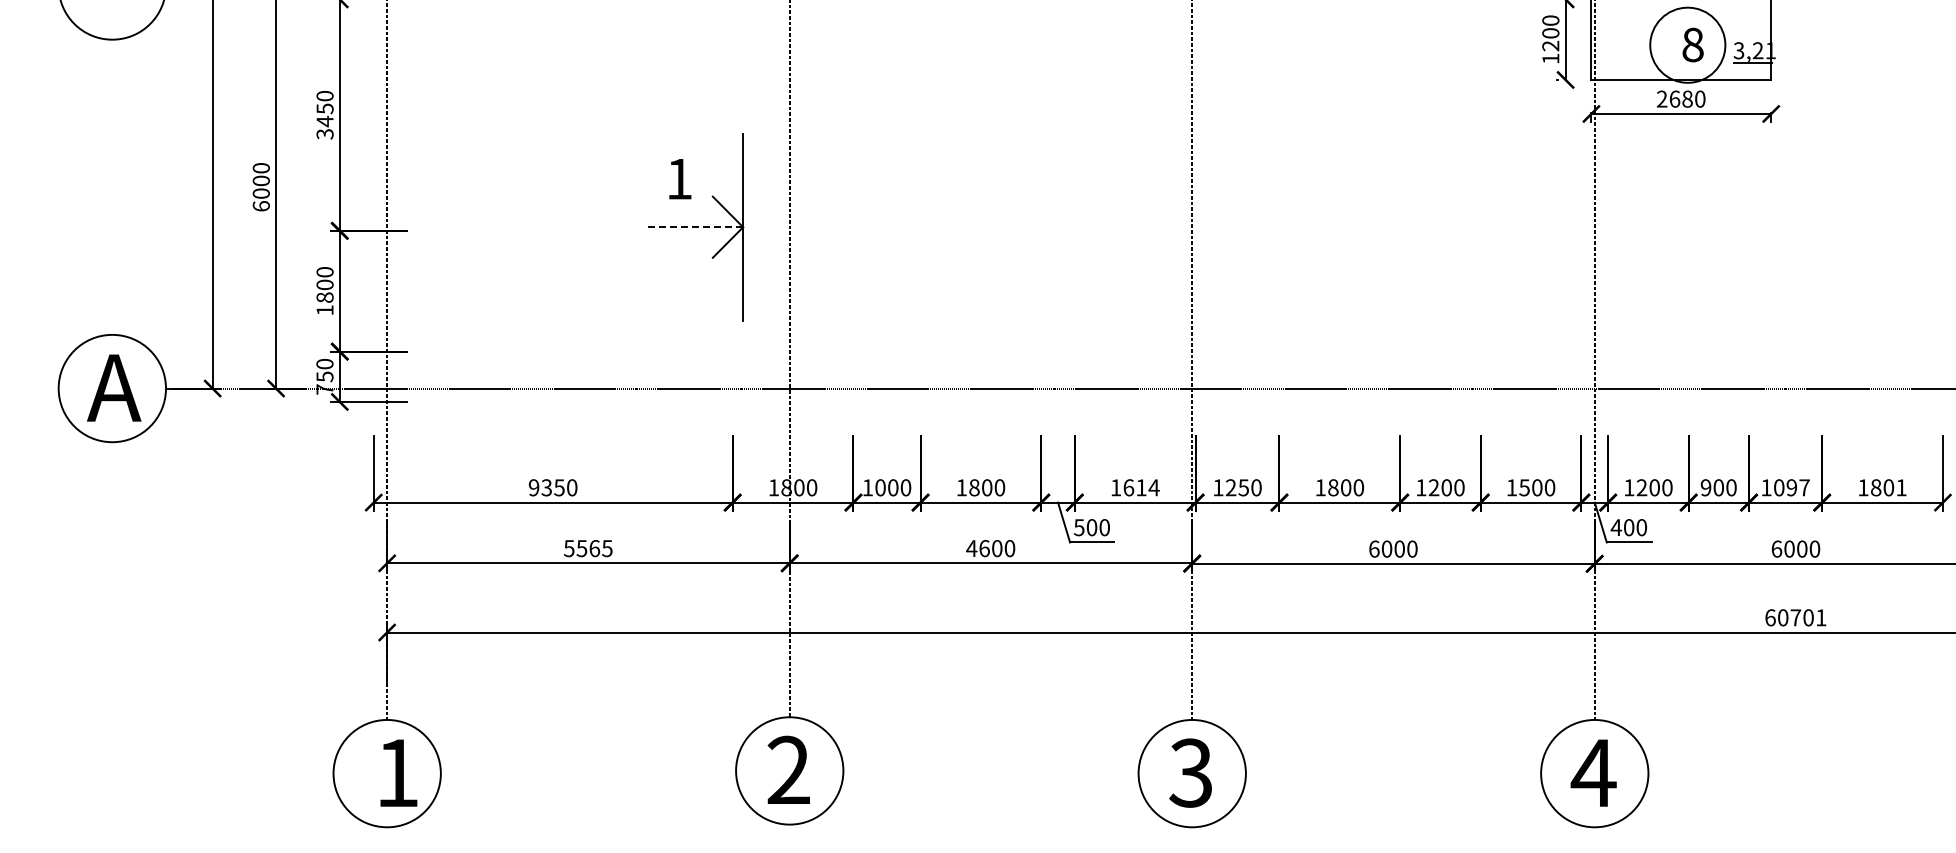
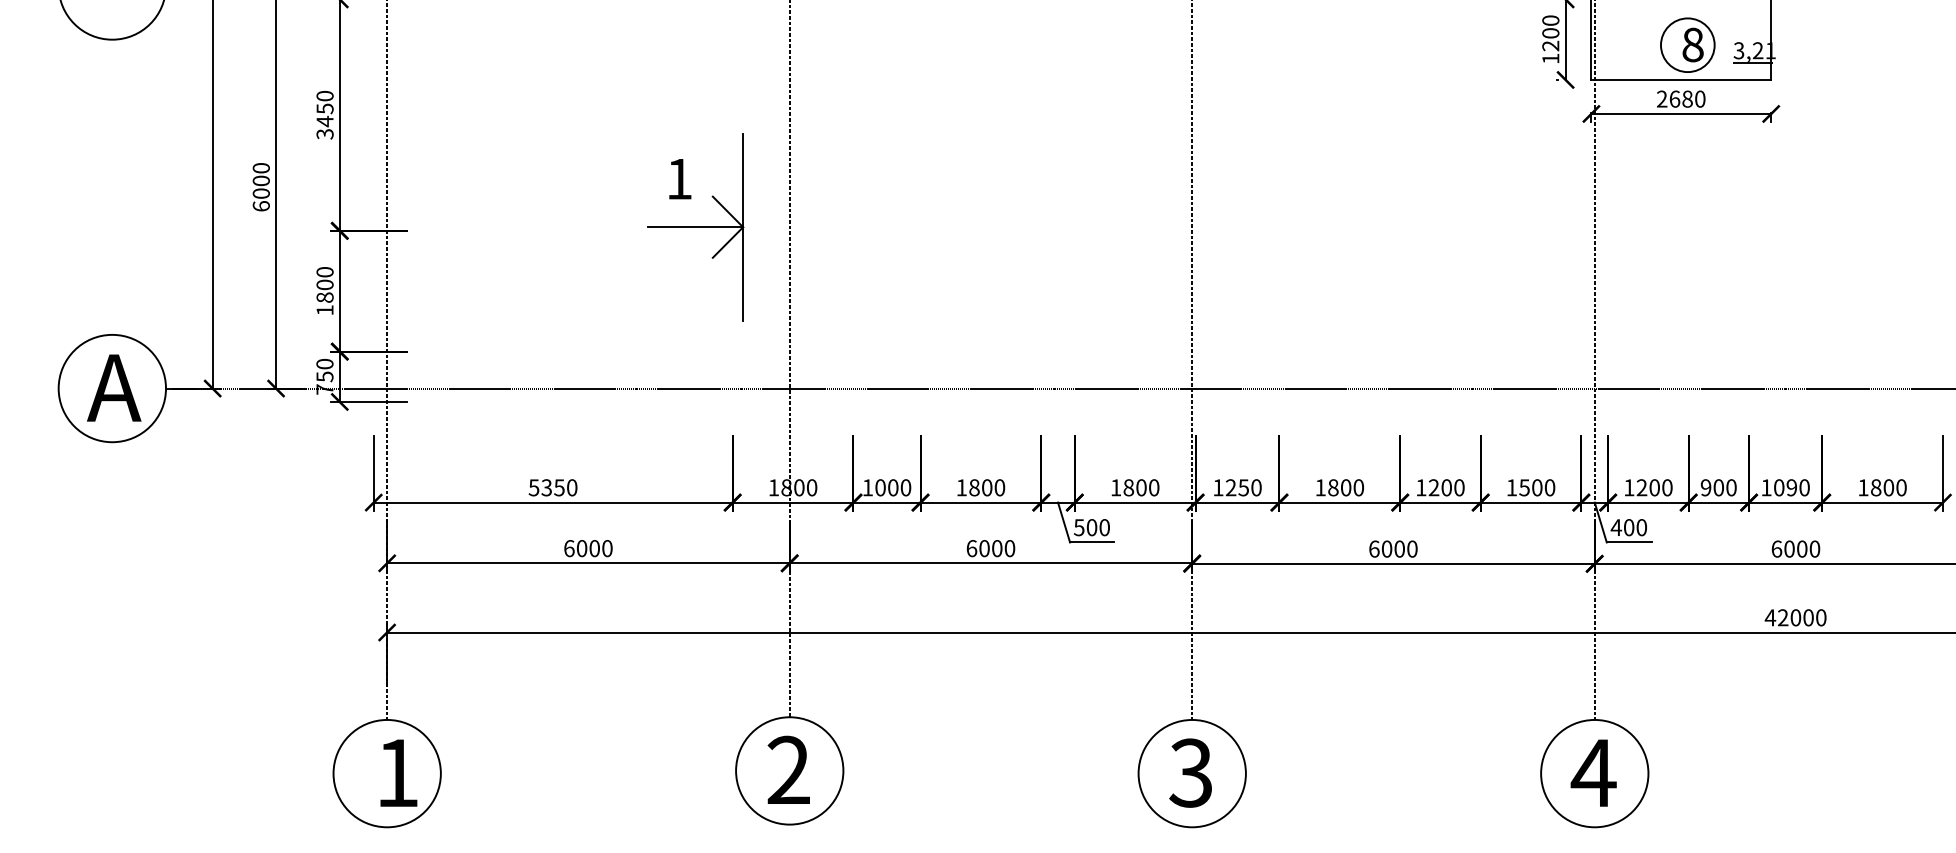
circle at (1687, 44) diameter: 75 px -> 54 px
line at (695, 227): dashed -> solid
text at (533, 487): 9350 -> 5350
text at (1141, 487): 1614 -> 1800
text at (1804, 487): 1097 -> 1090
text at (1901, 487): 1801 -> 1800
text at (588, 548): 5565 -> 6000
text at (977, 548): 4600 -> 6000
text at (1795, 617): 60701 -> 42000
